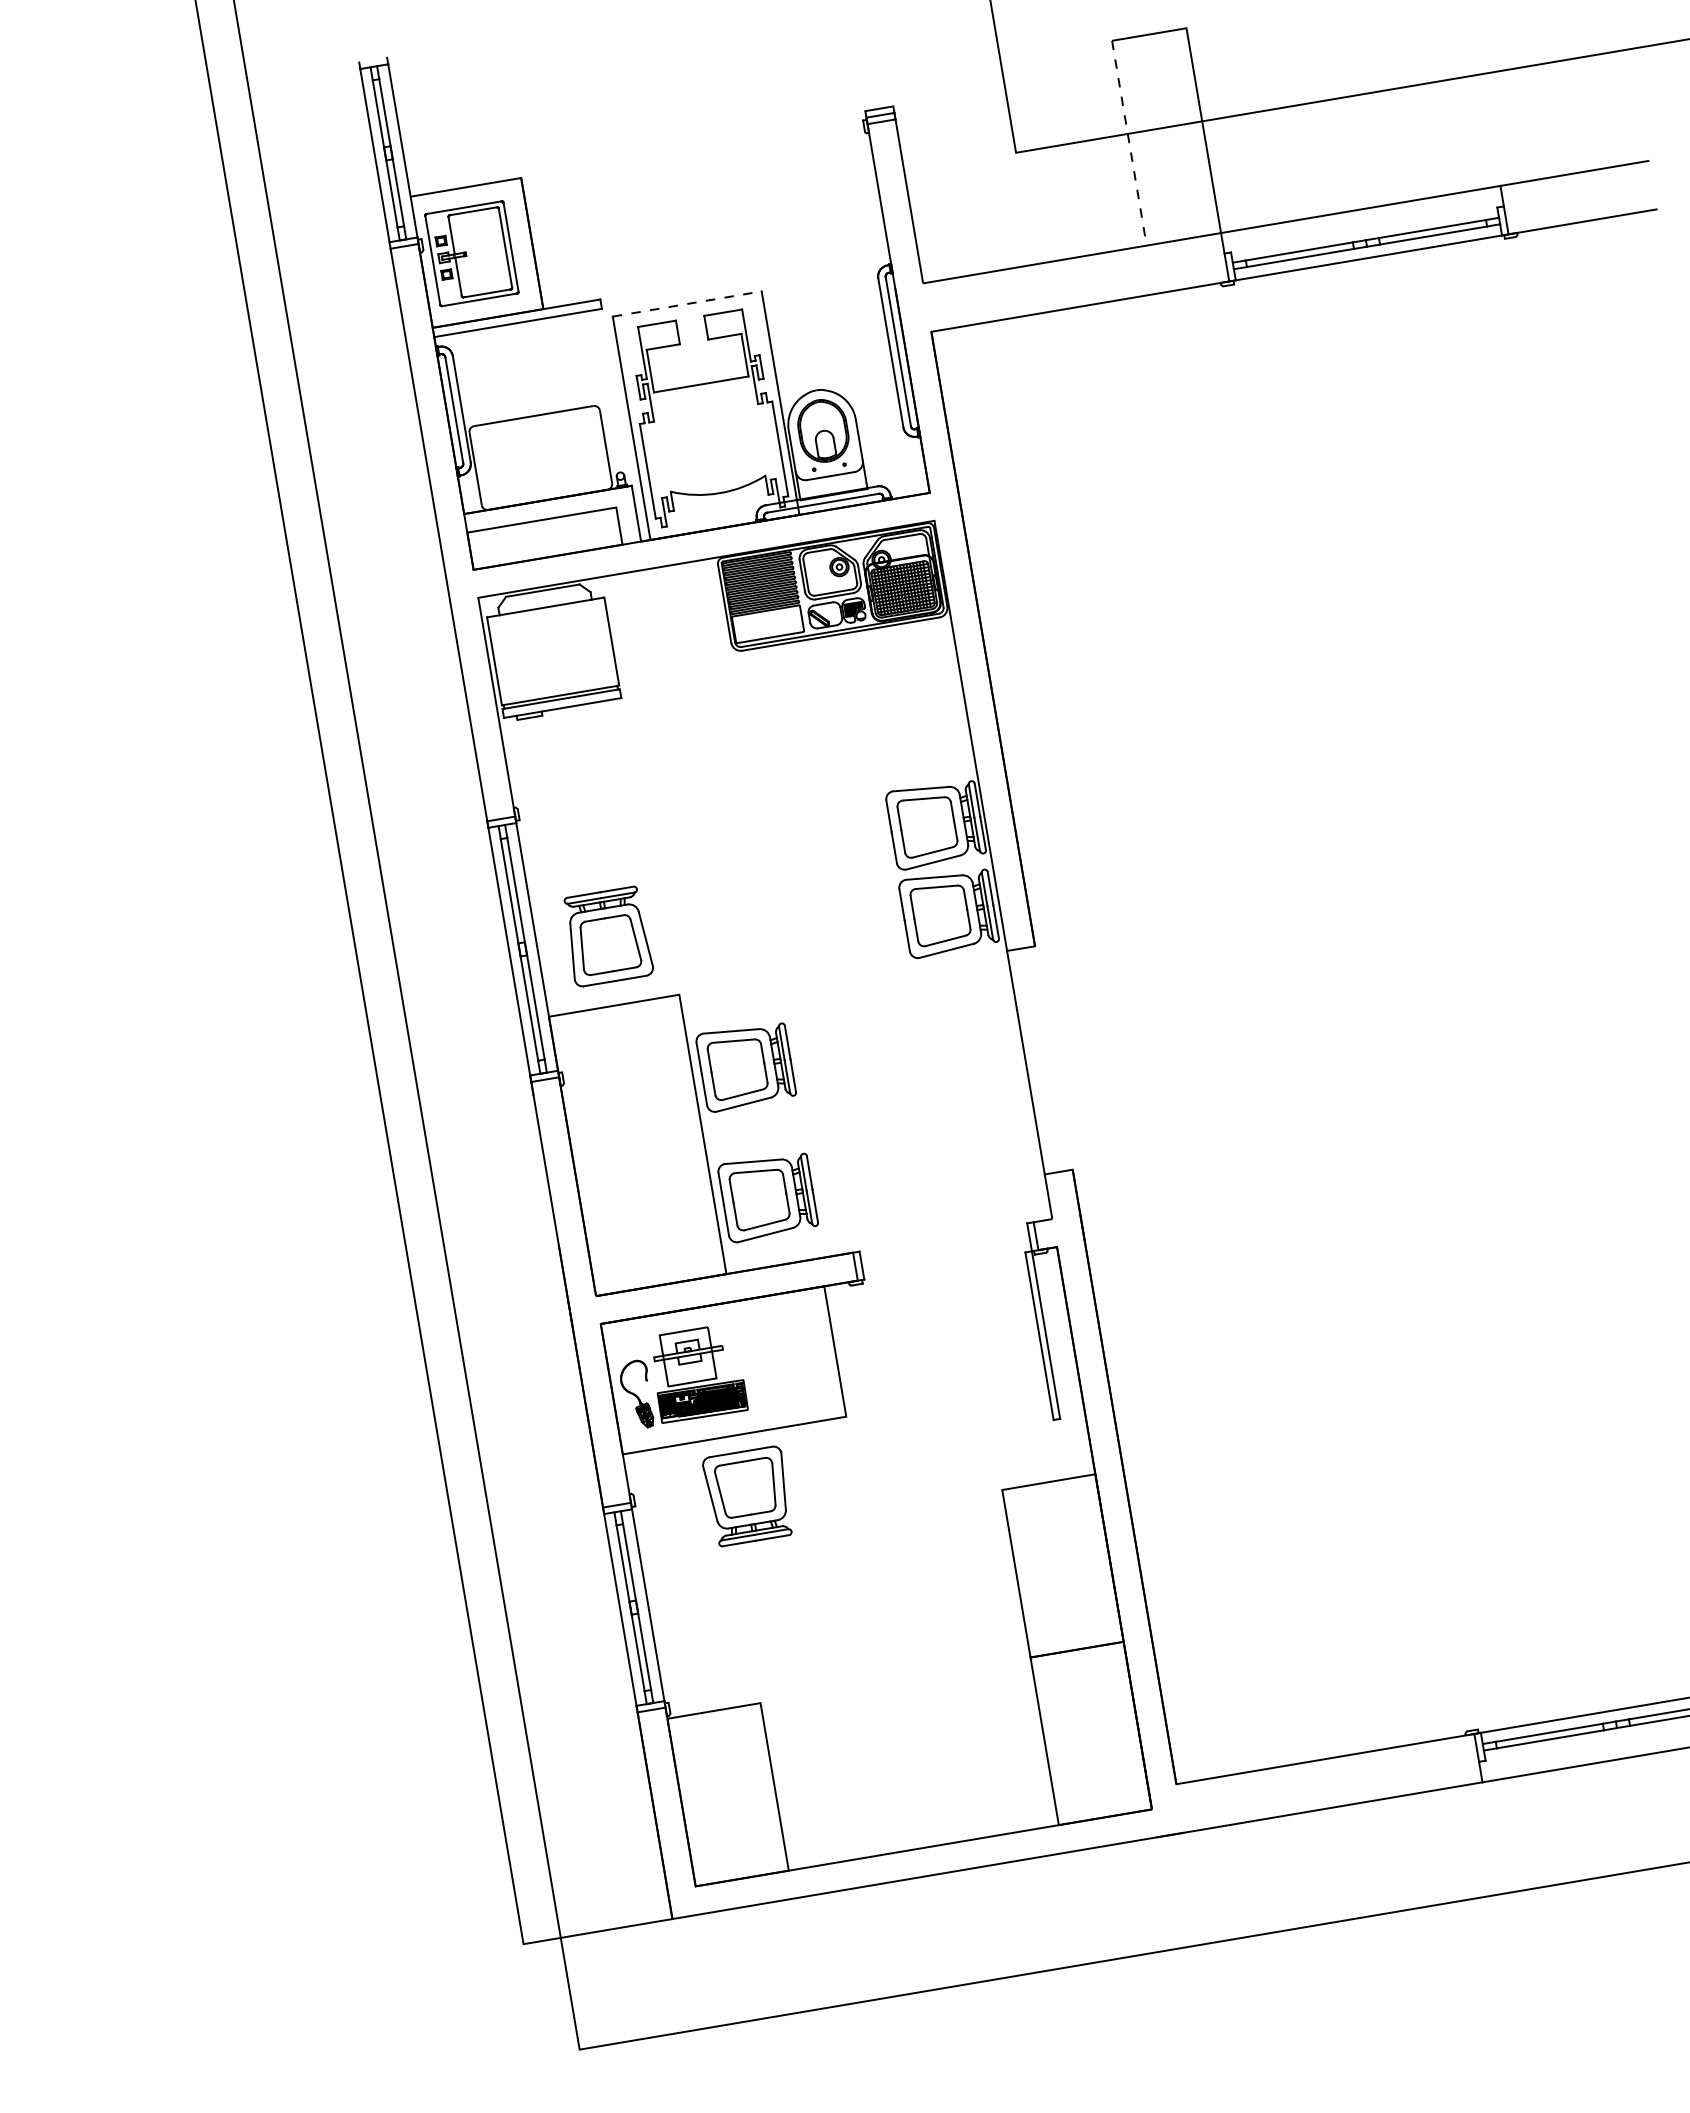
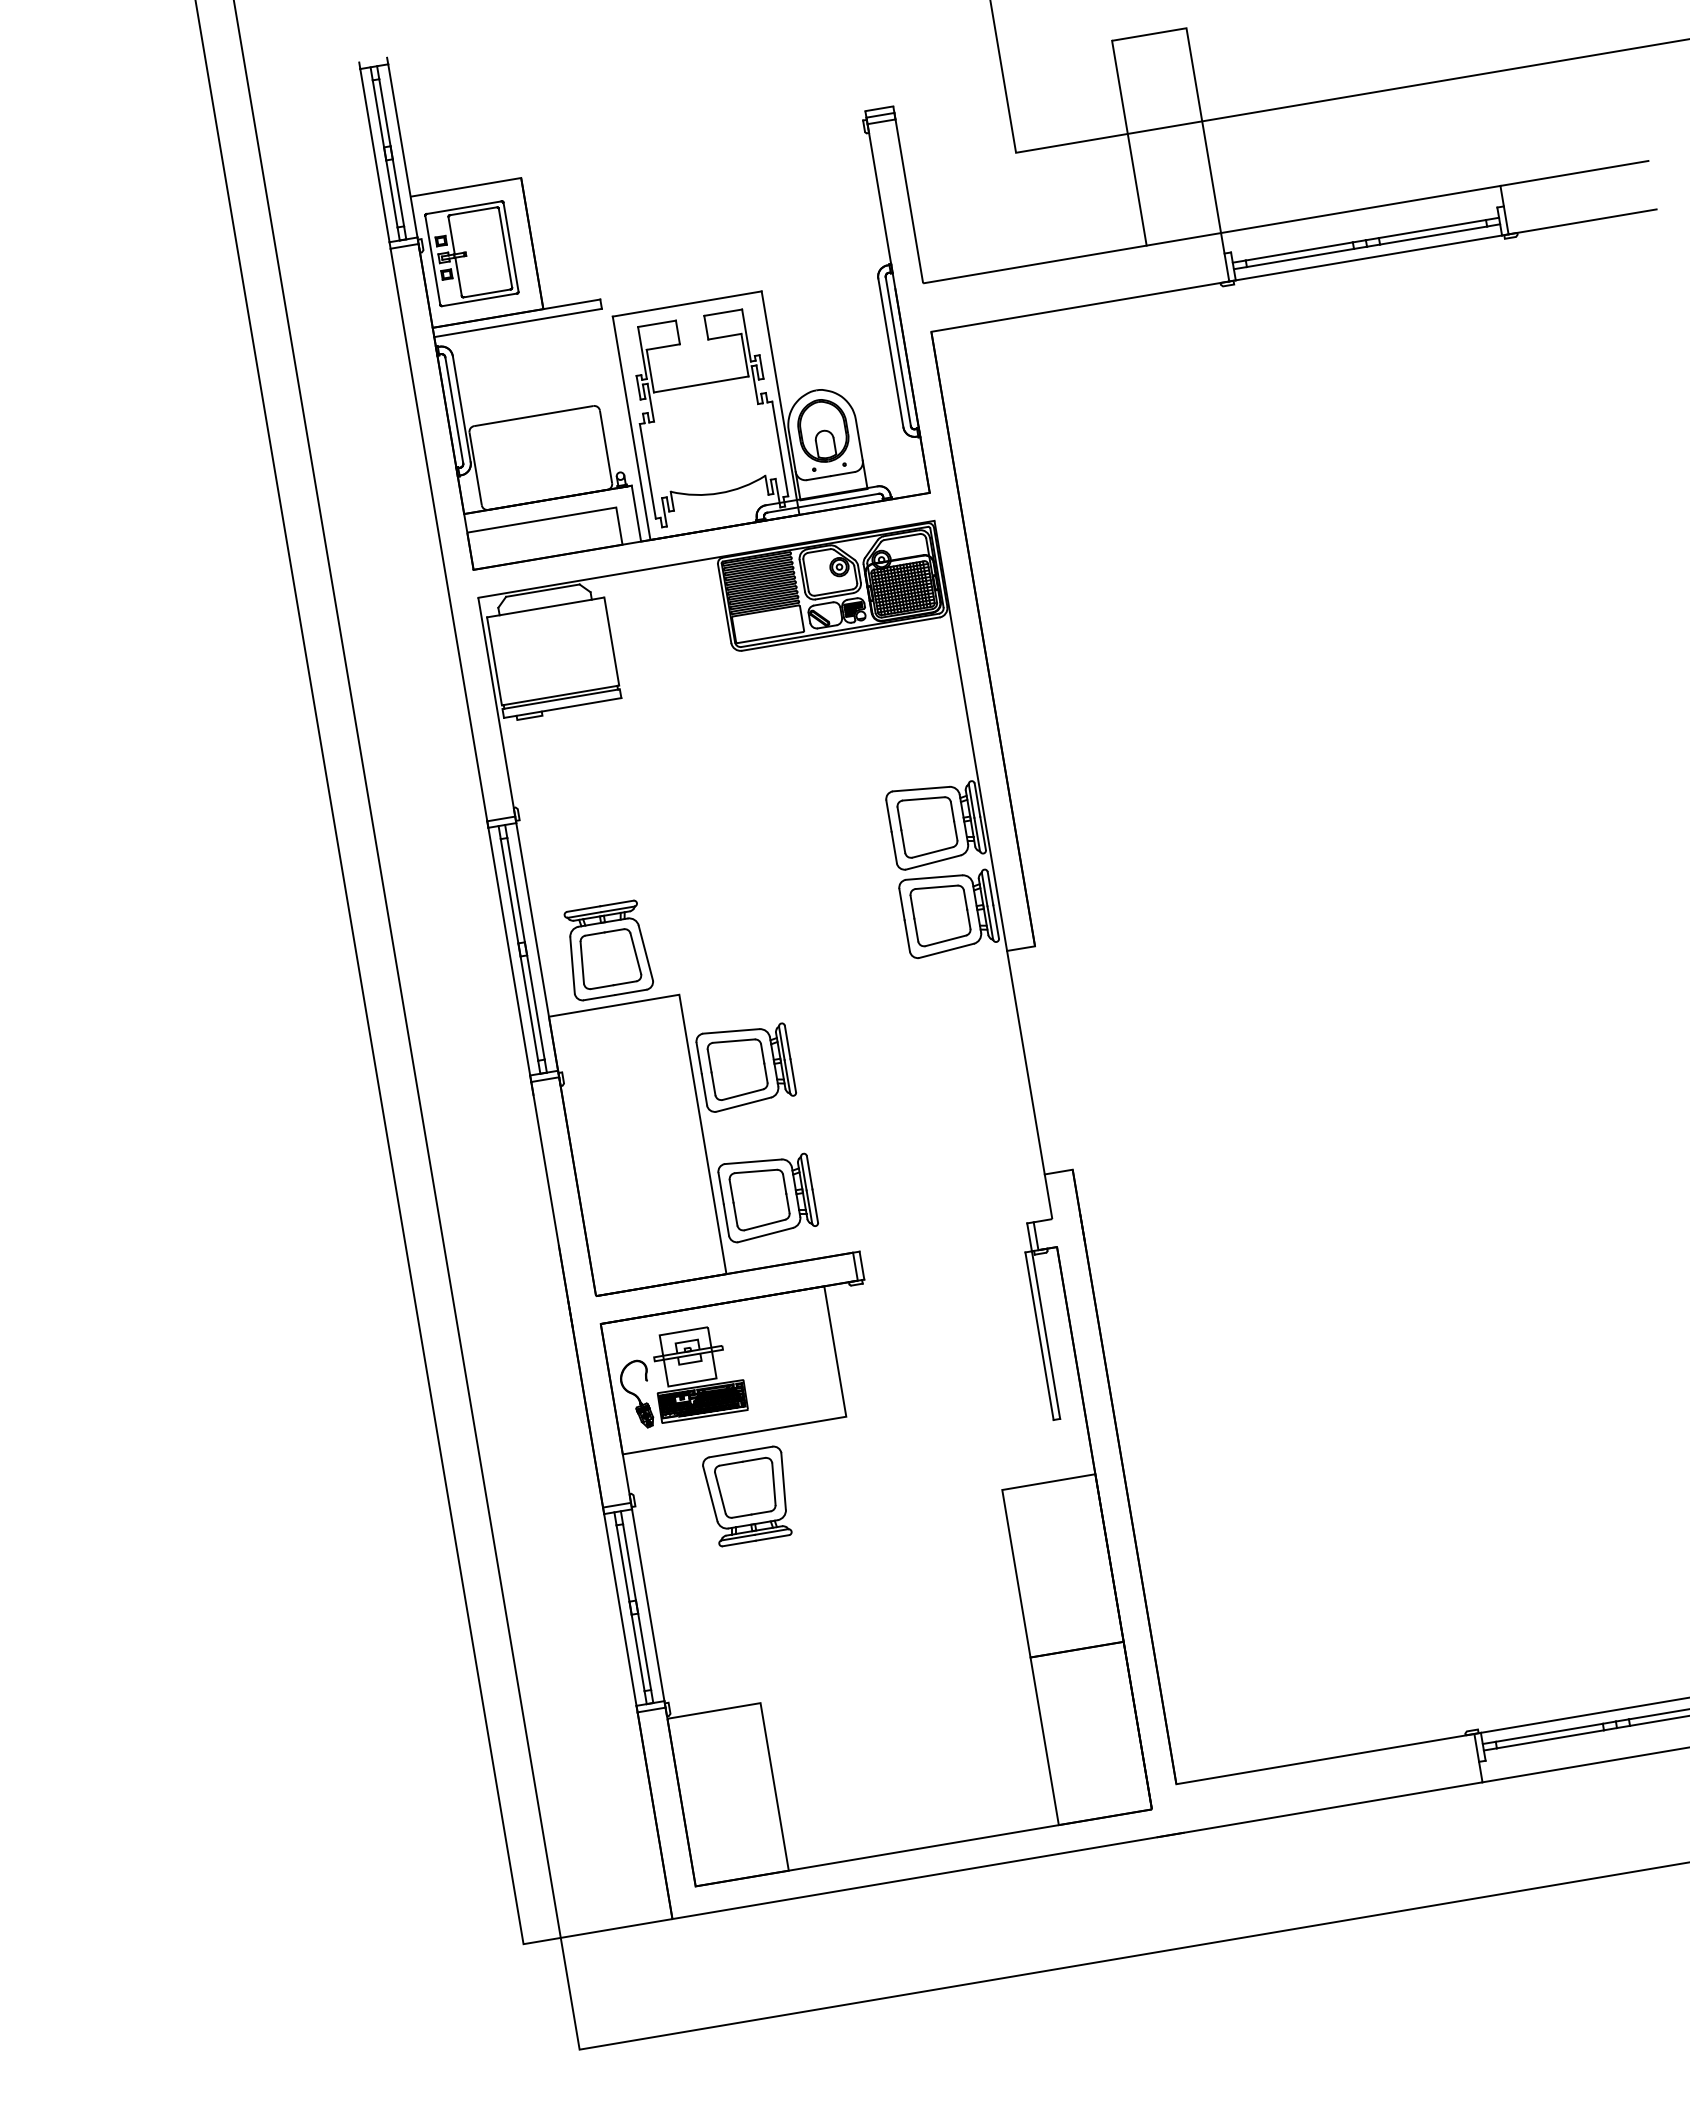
line at (1129, 143): dashed -> solid
line at (687, 304): dashed -> solid
part at (608, 936) position: (608, 936) -> (608, 950)
